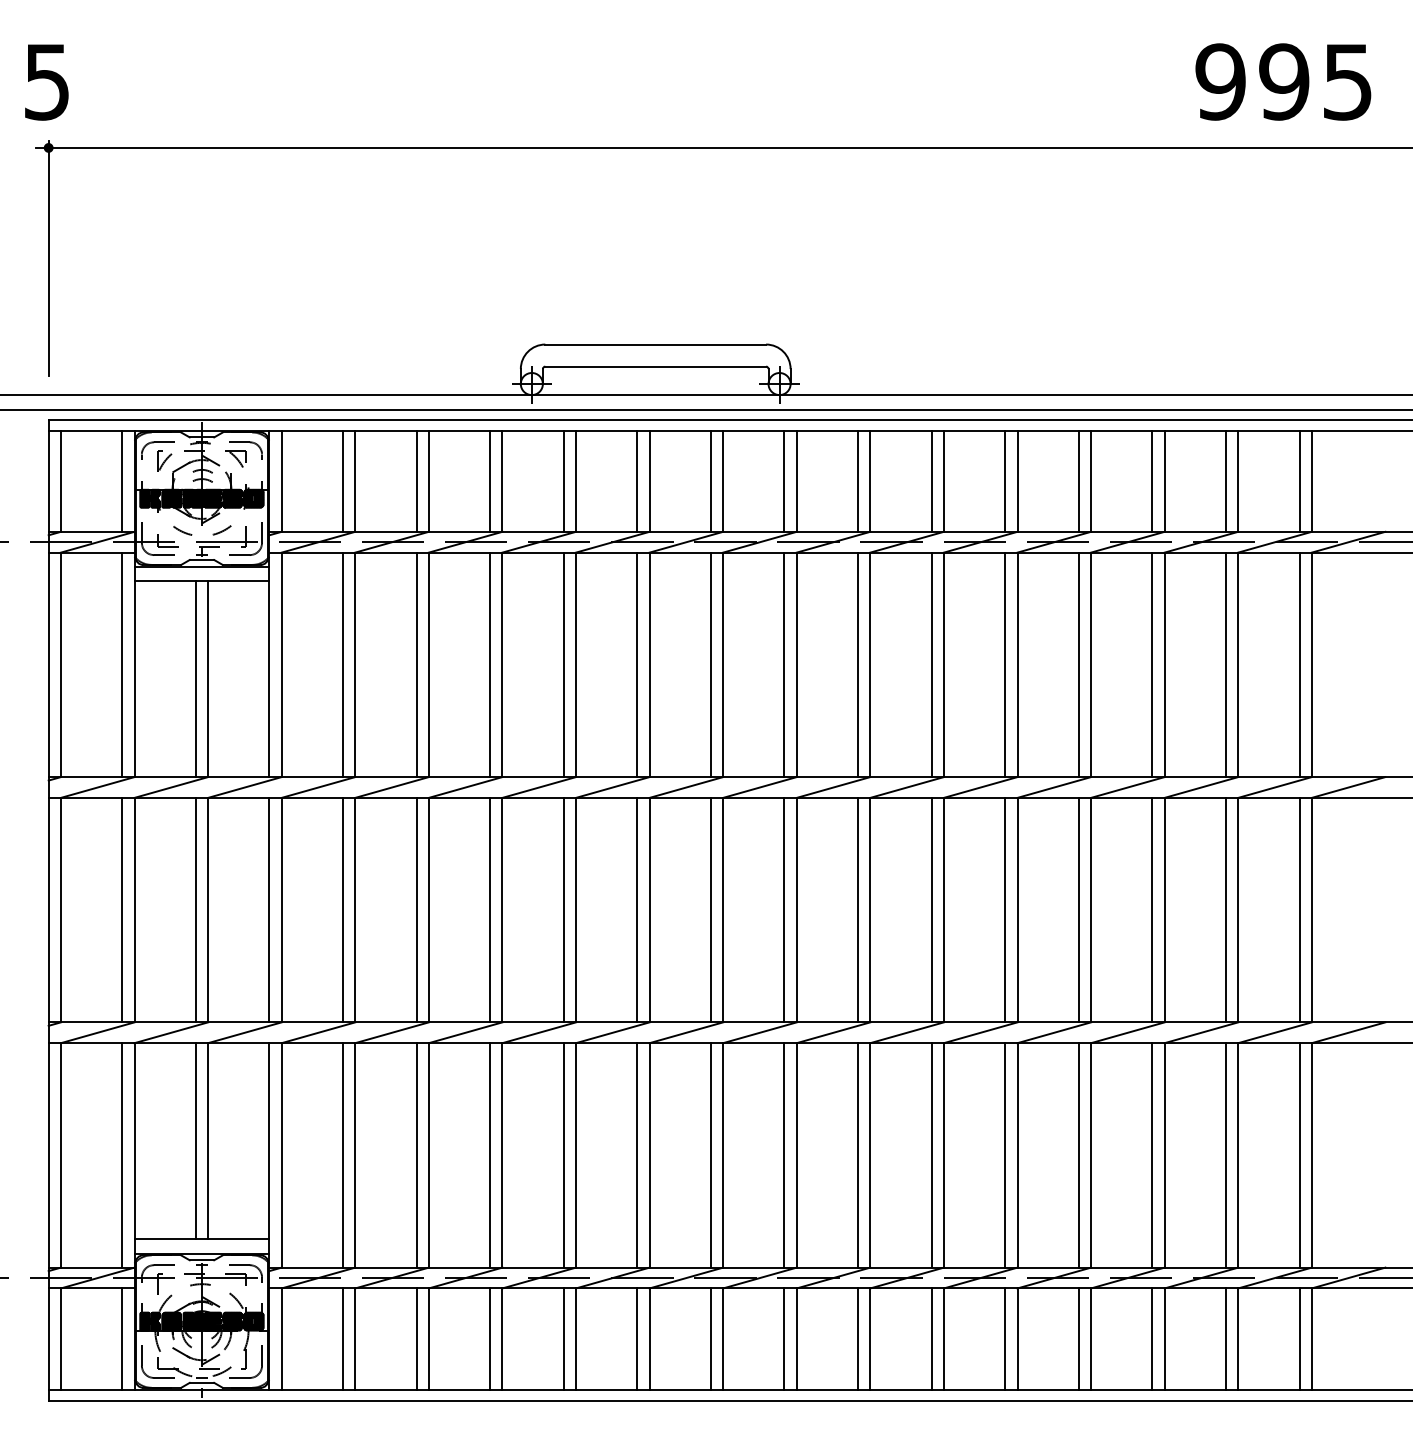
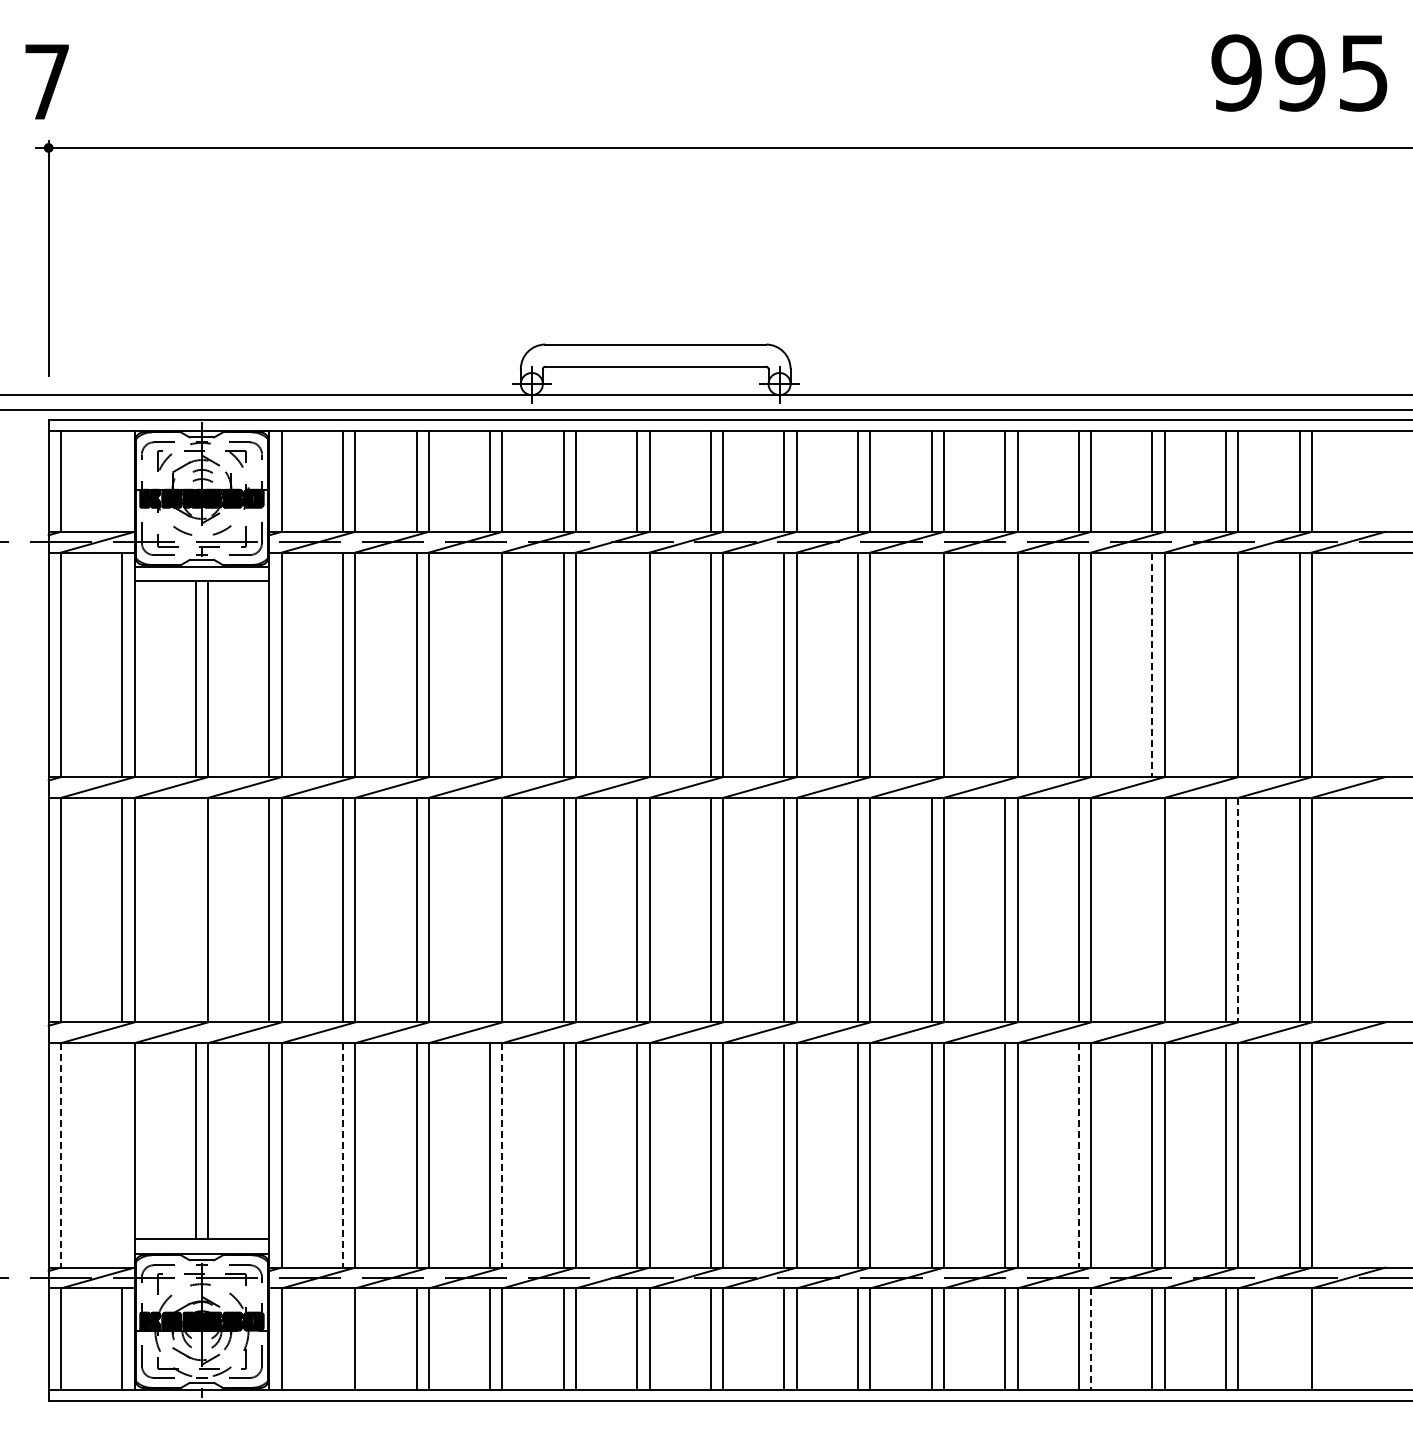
text at (1283, 81) position: (1283, 81) -> (1299, 72)
text at (46, 82): 5 -> 7
line at (122, 480): present -> none
line at (490, 664): present -> none
line at (637, 664): present -> none
line at (931, 664): present -> none
line at (1005, 664): present -> none
line at (1225, 664): present -> none
line at (1152, 665): solid -> dashed
line at (195, 909): present -> none
line at (490, 909): present -> none
line at (1152, 909): present -> none
line at (1238, 910): solid -> dashed
line at (60, 1155): solid -> dashed
line at (122, 1155): present -> none
line at (343, 1155): solid -> dashed
line at (502, 1155): solid -> dashed
line at (1078, 1155): solid -> dashed
line at (343, 1338): present -> none
line at (1299, 1338): present -> none
line at (1091, 1339): solid -> dashed
